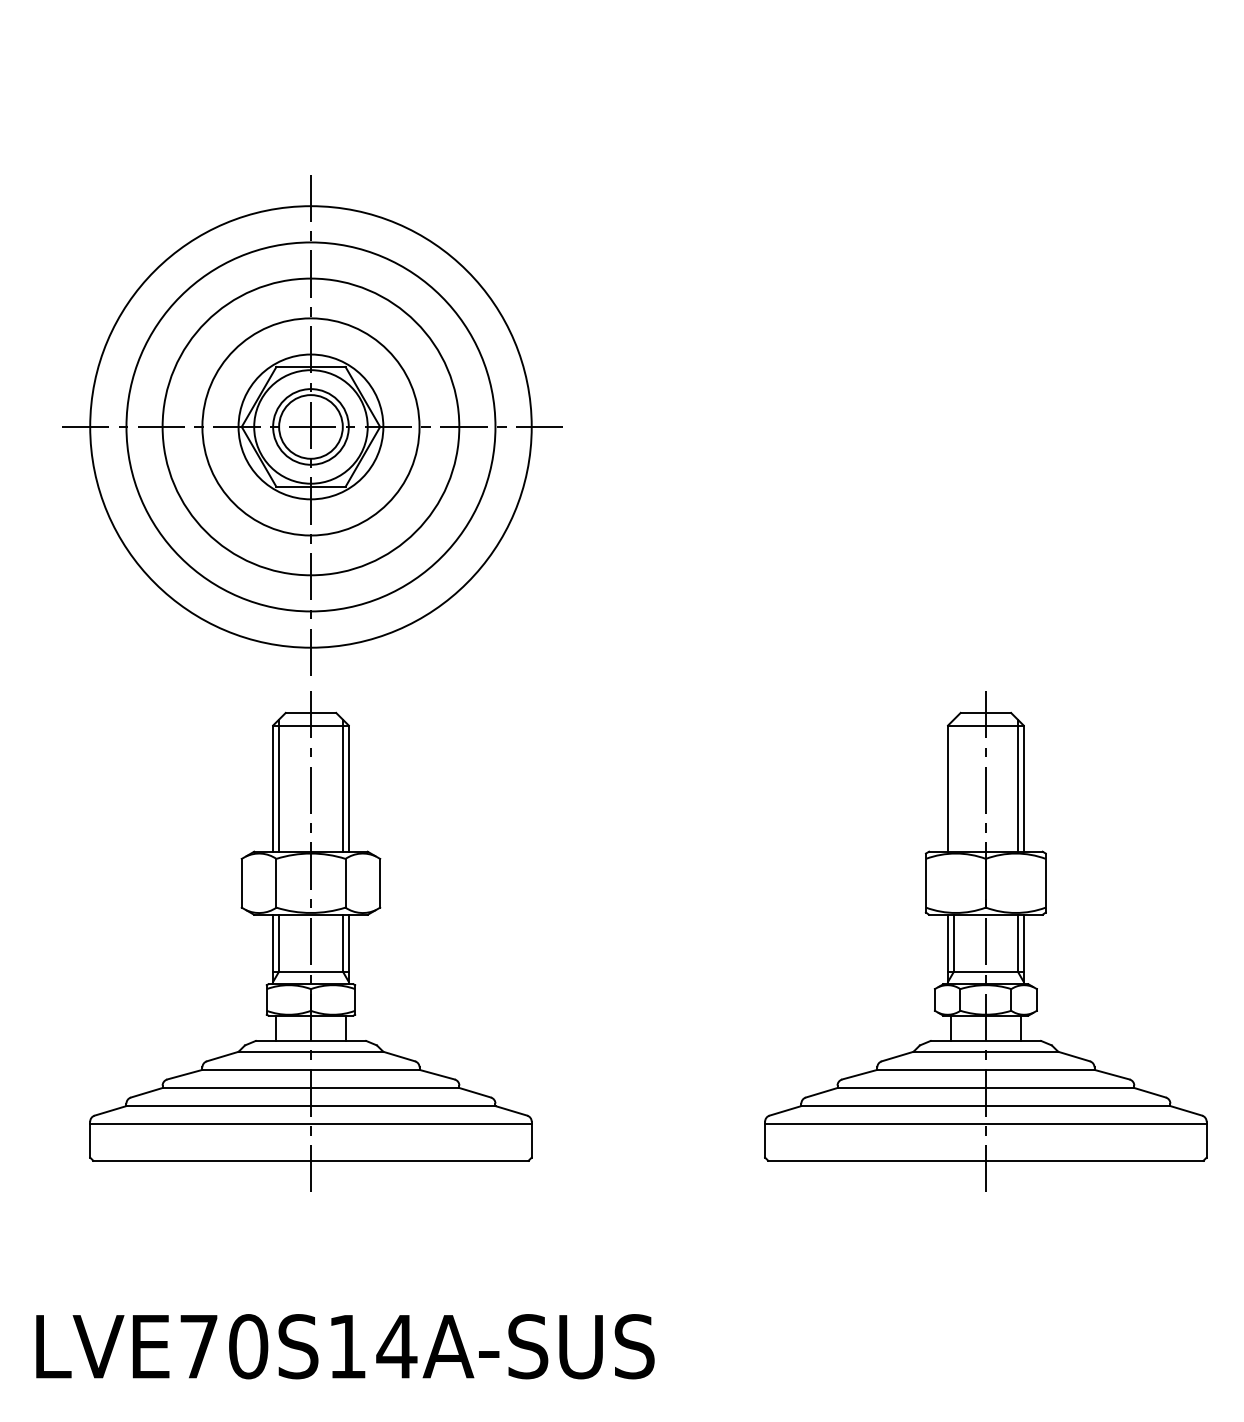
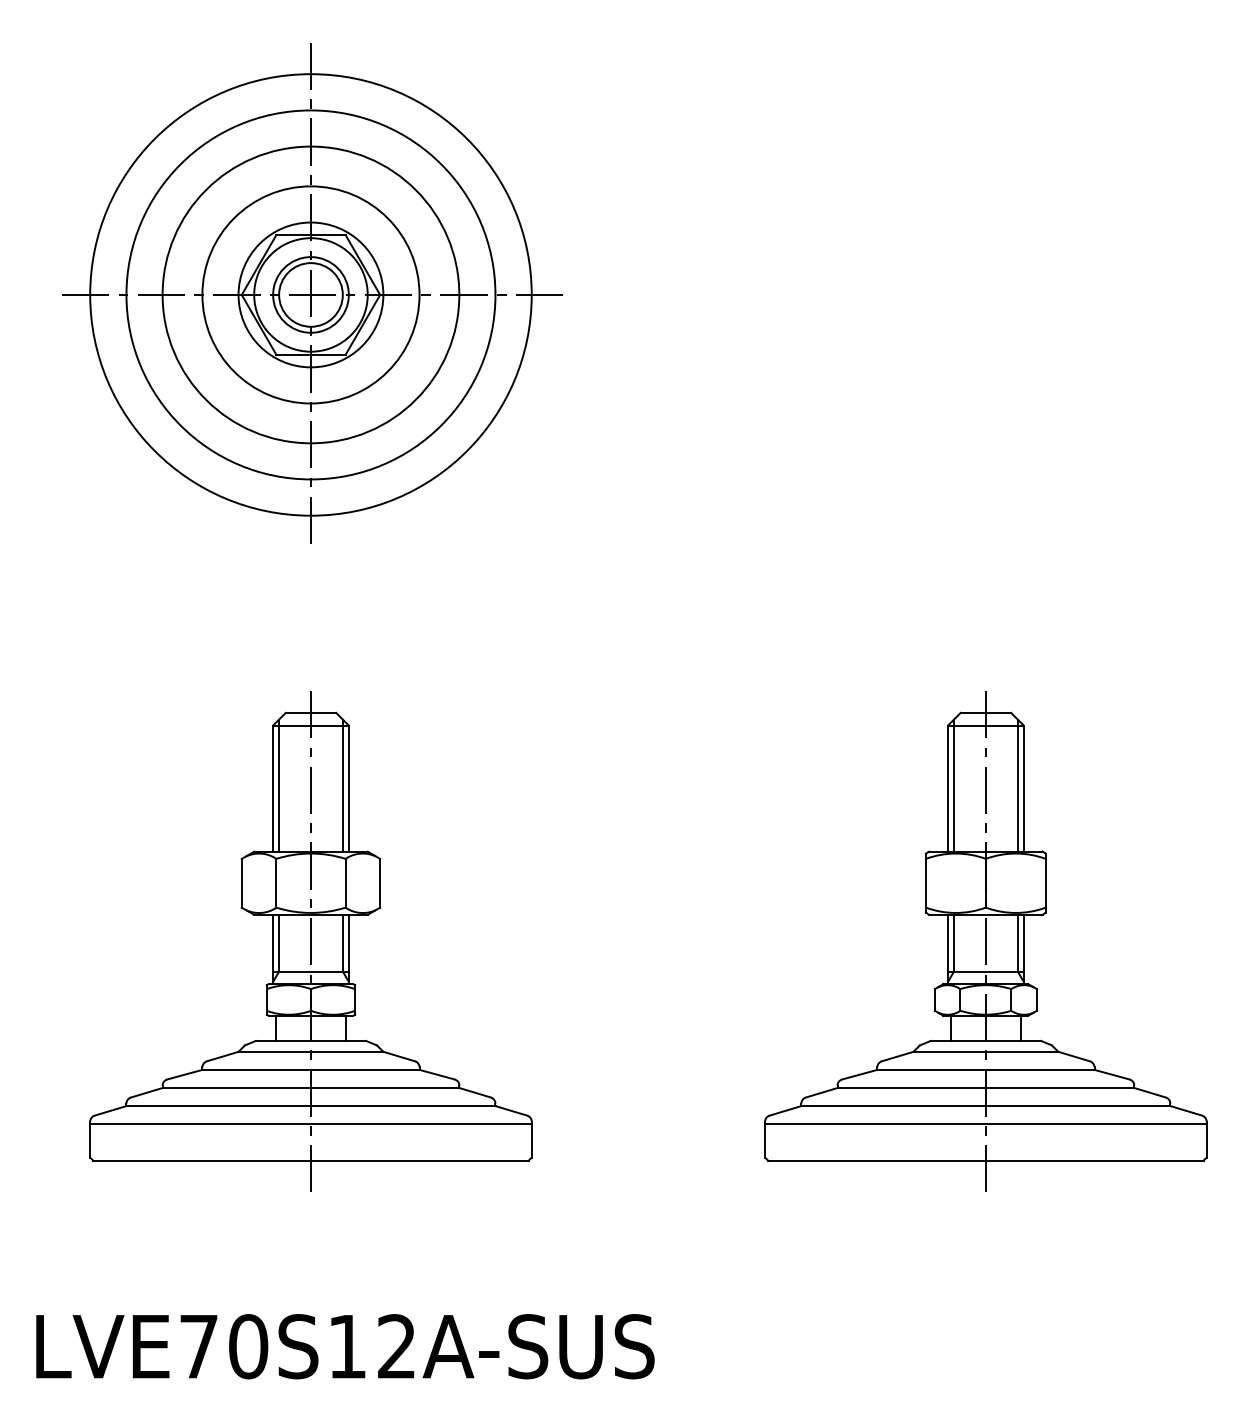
part at (312, 425) position: (312, 425) -> (312, 293)
line at (954, 785): none -> present
text at (396, 1346): LVE70S14A-SUS -> LVE70S12A-SUS
